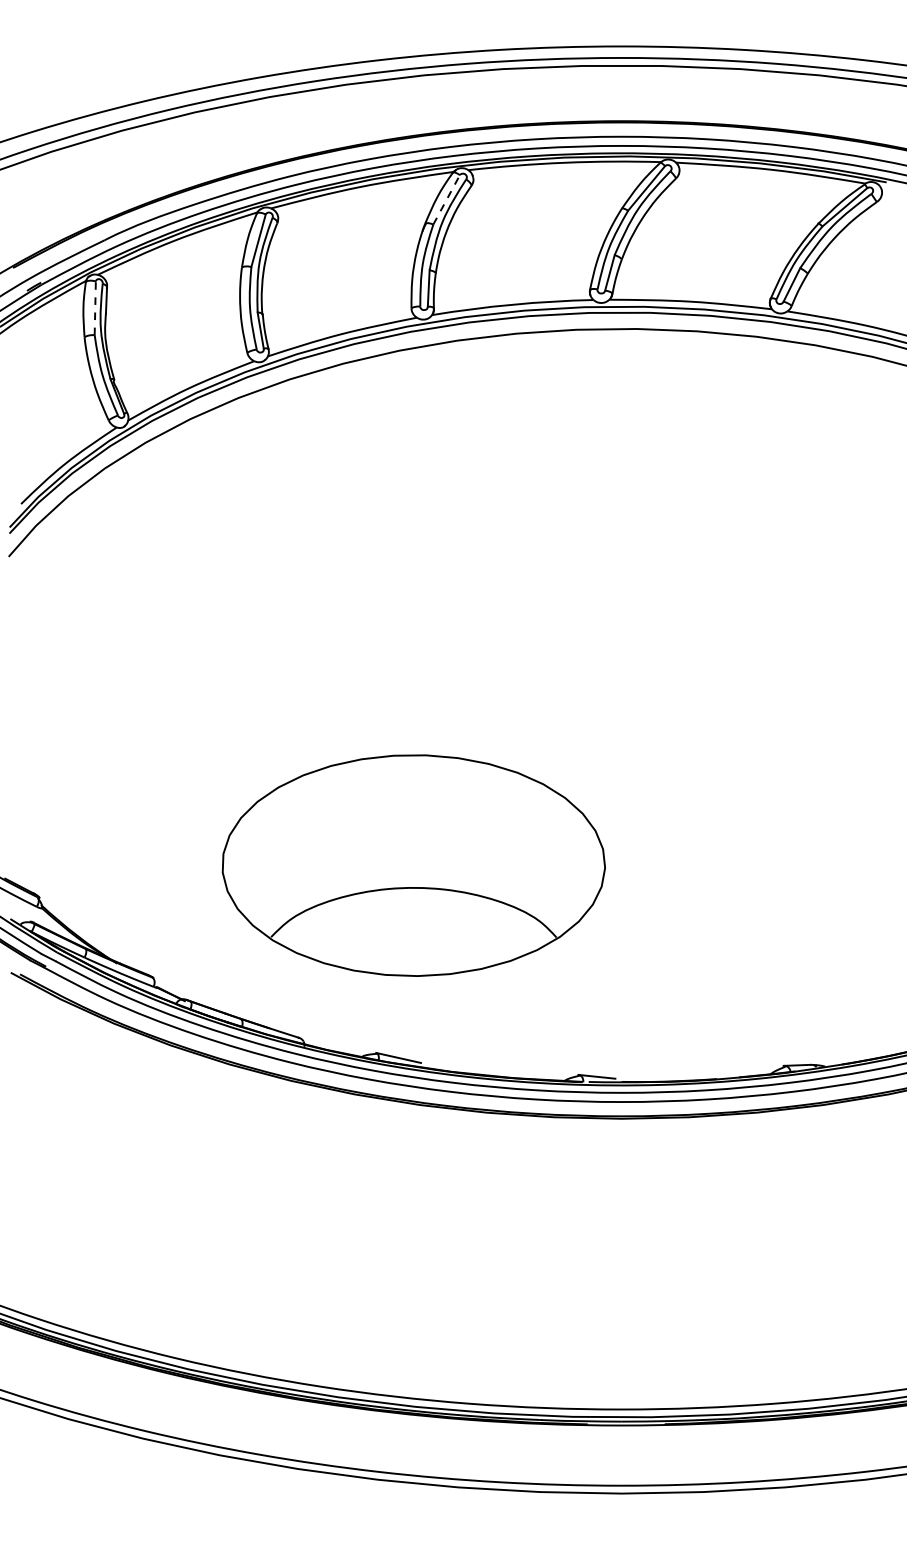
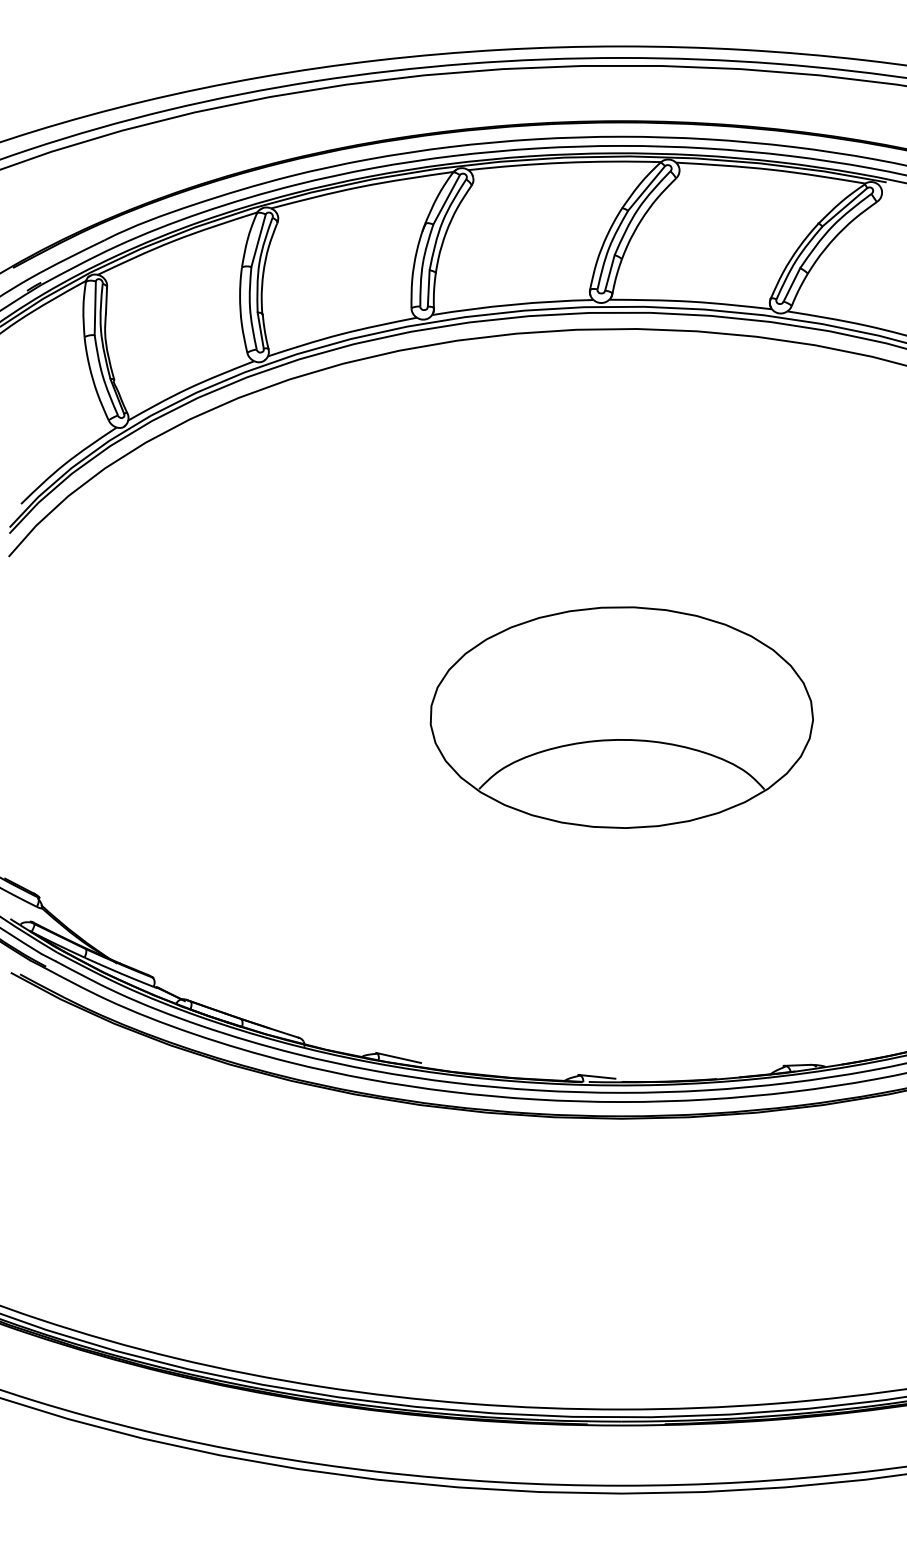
line at (446, 199): dashed -> solid
line at (95, 308): dashed -> solid
part at (413, 865) position: (413, 865) -> (621, 717)
